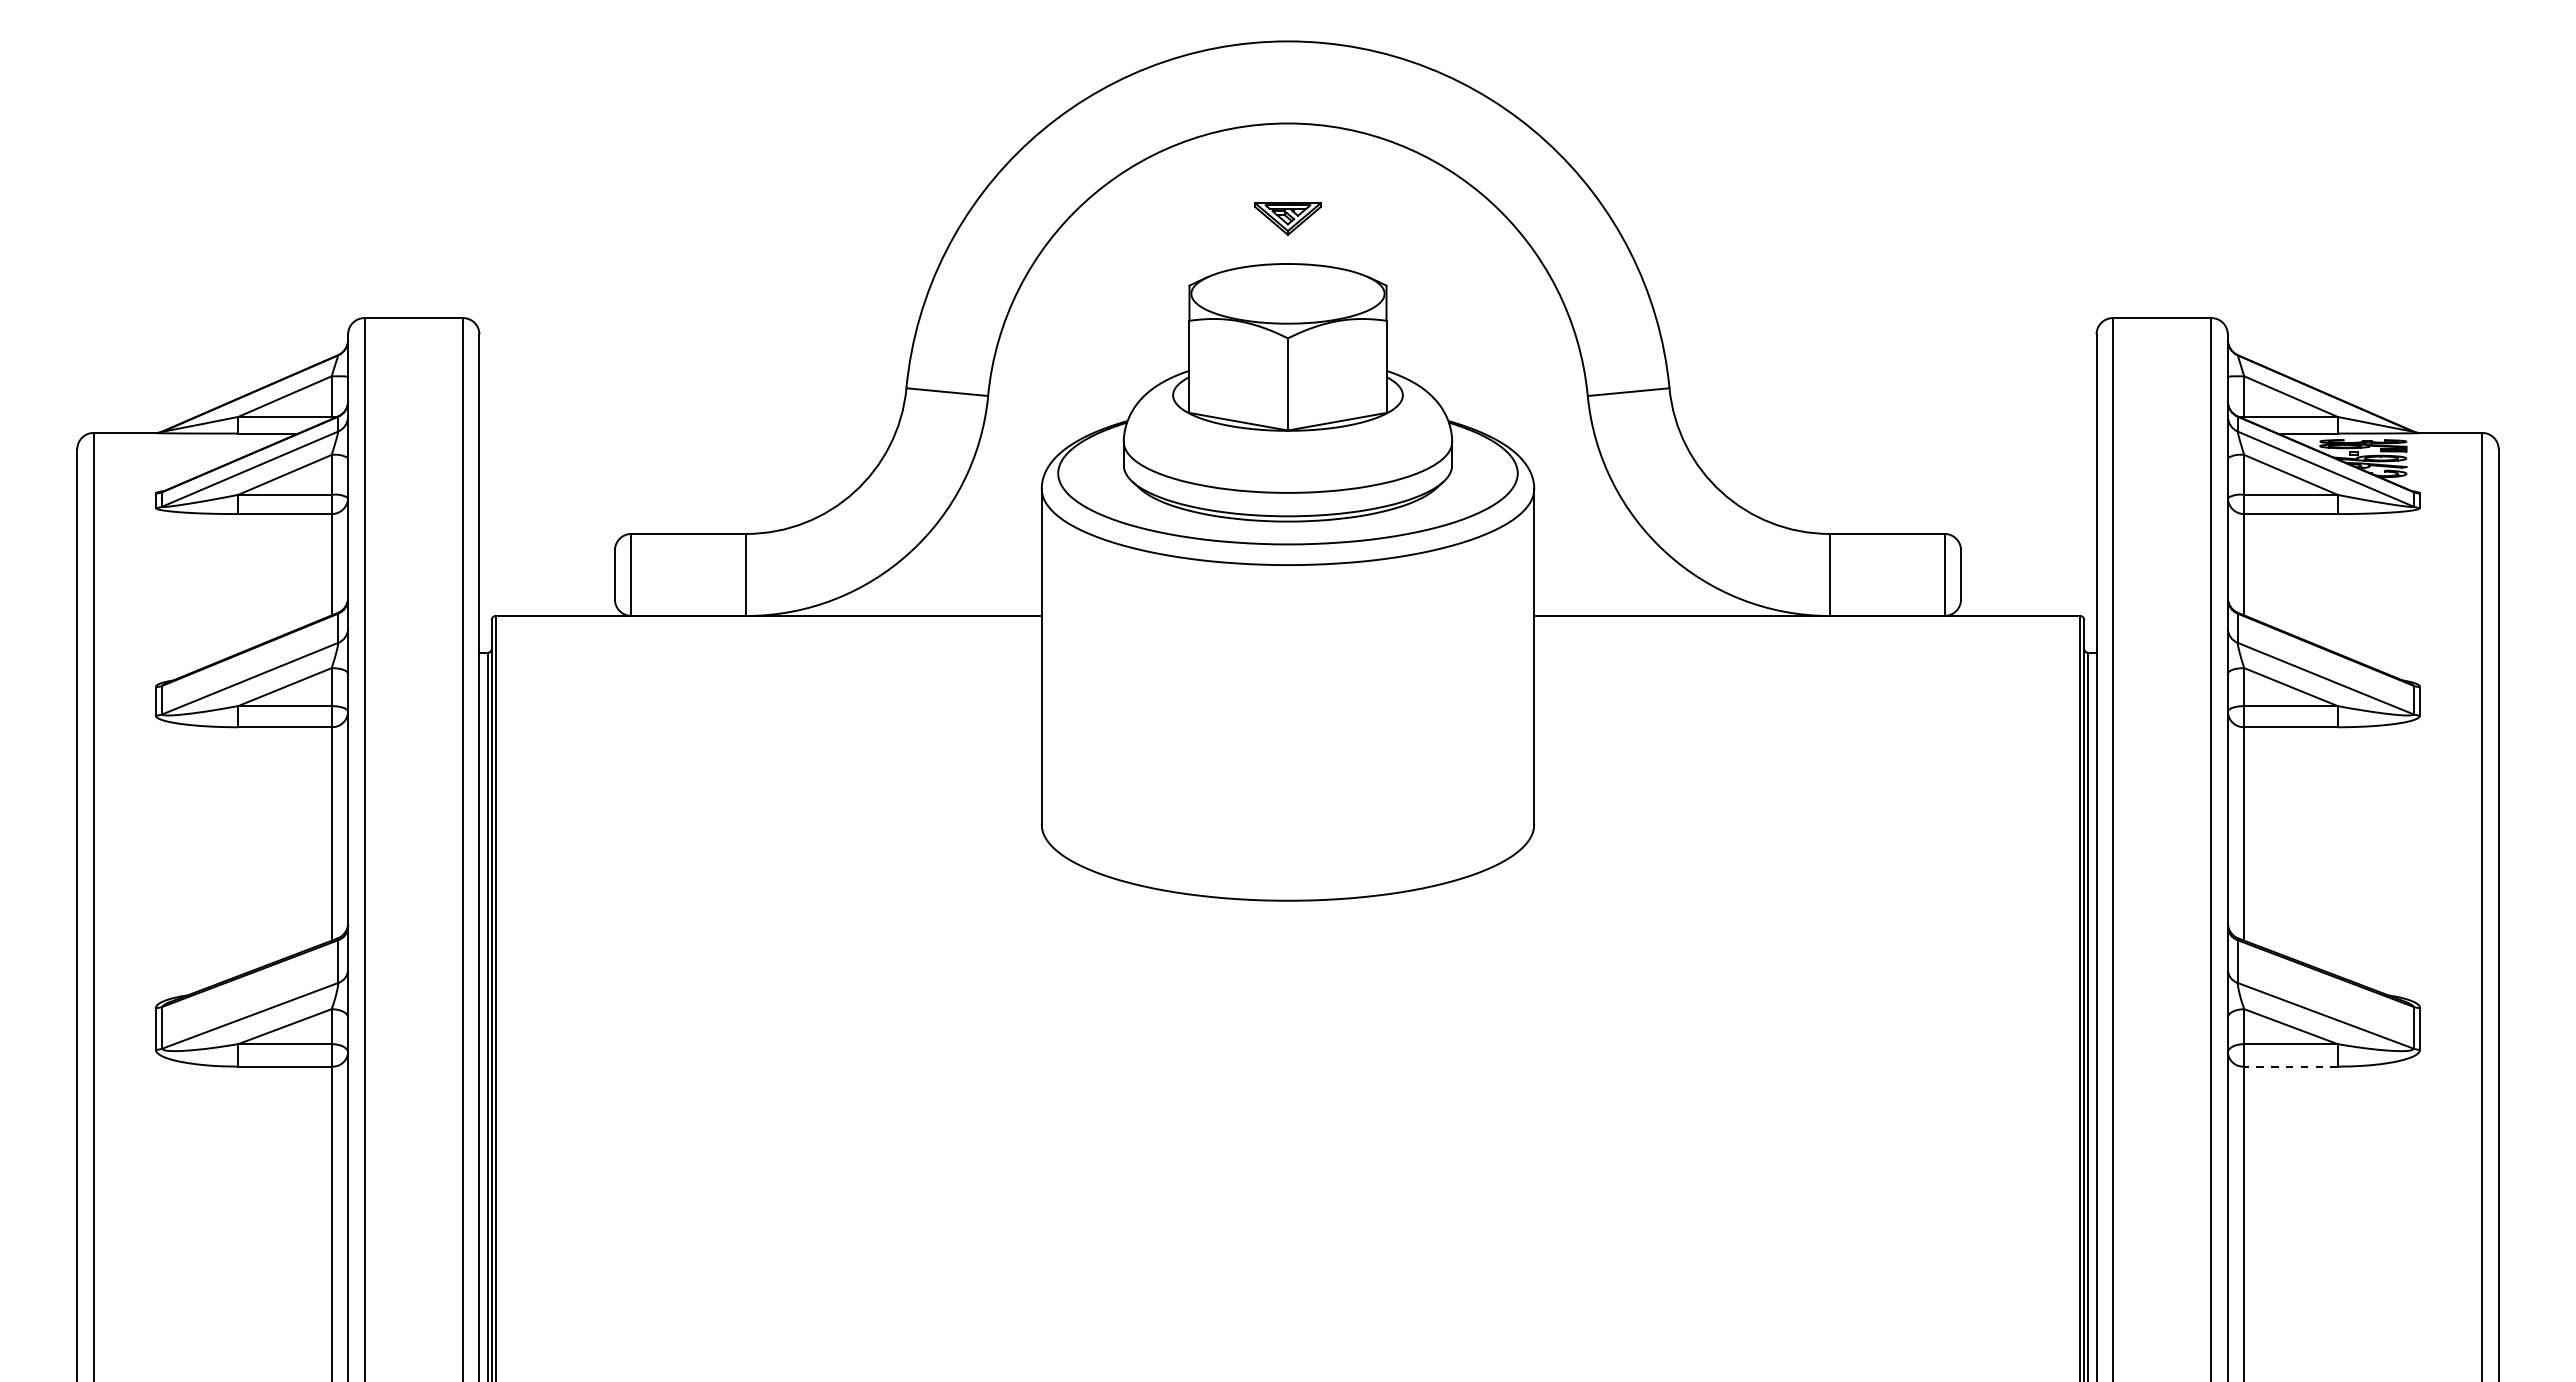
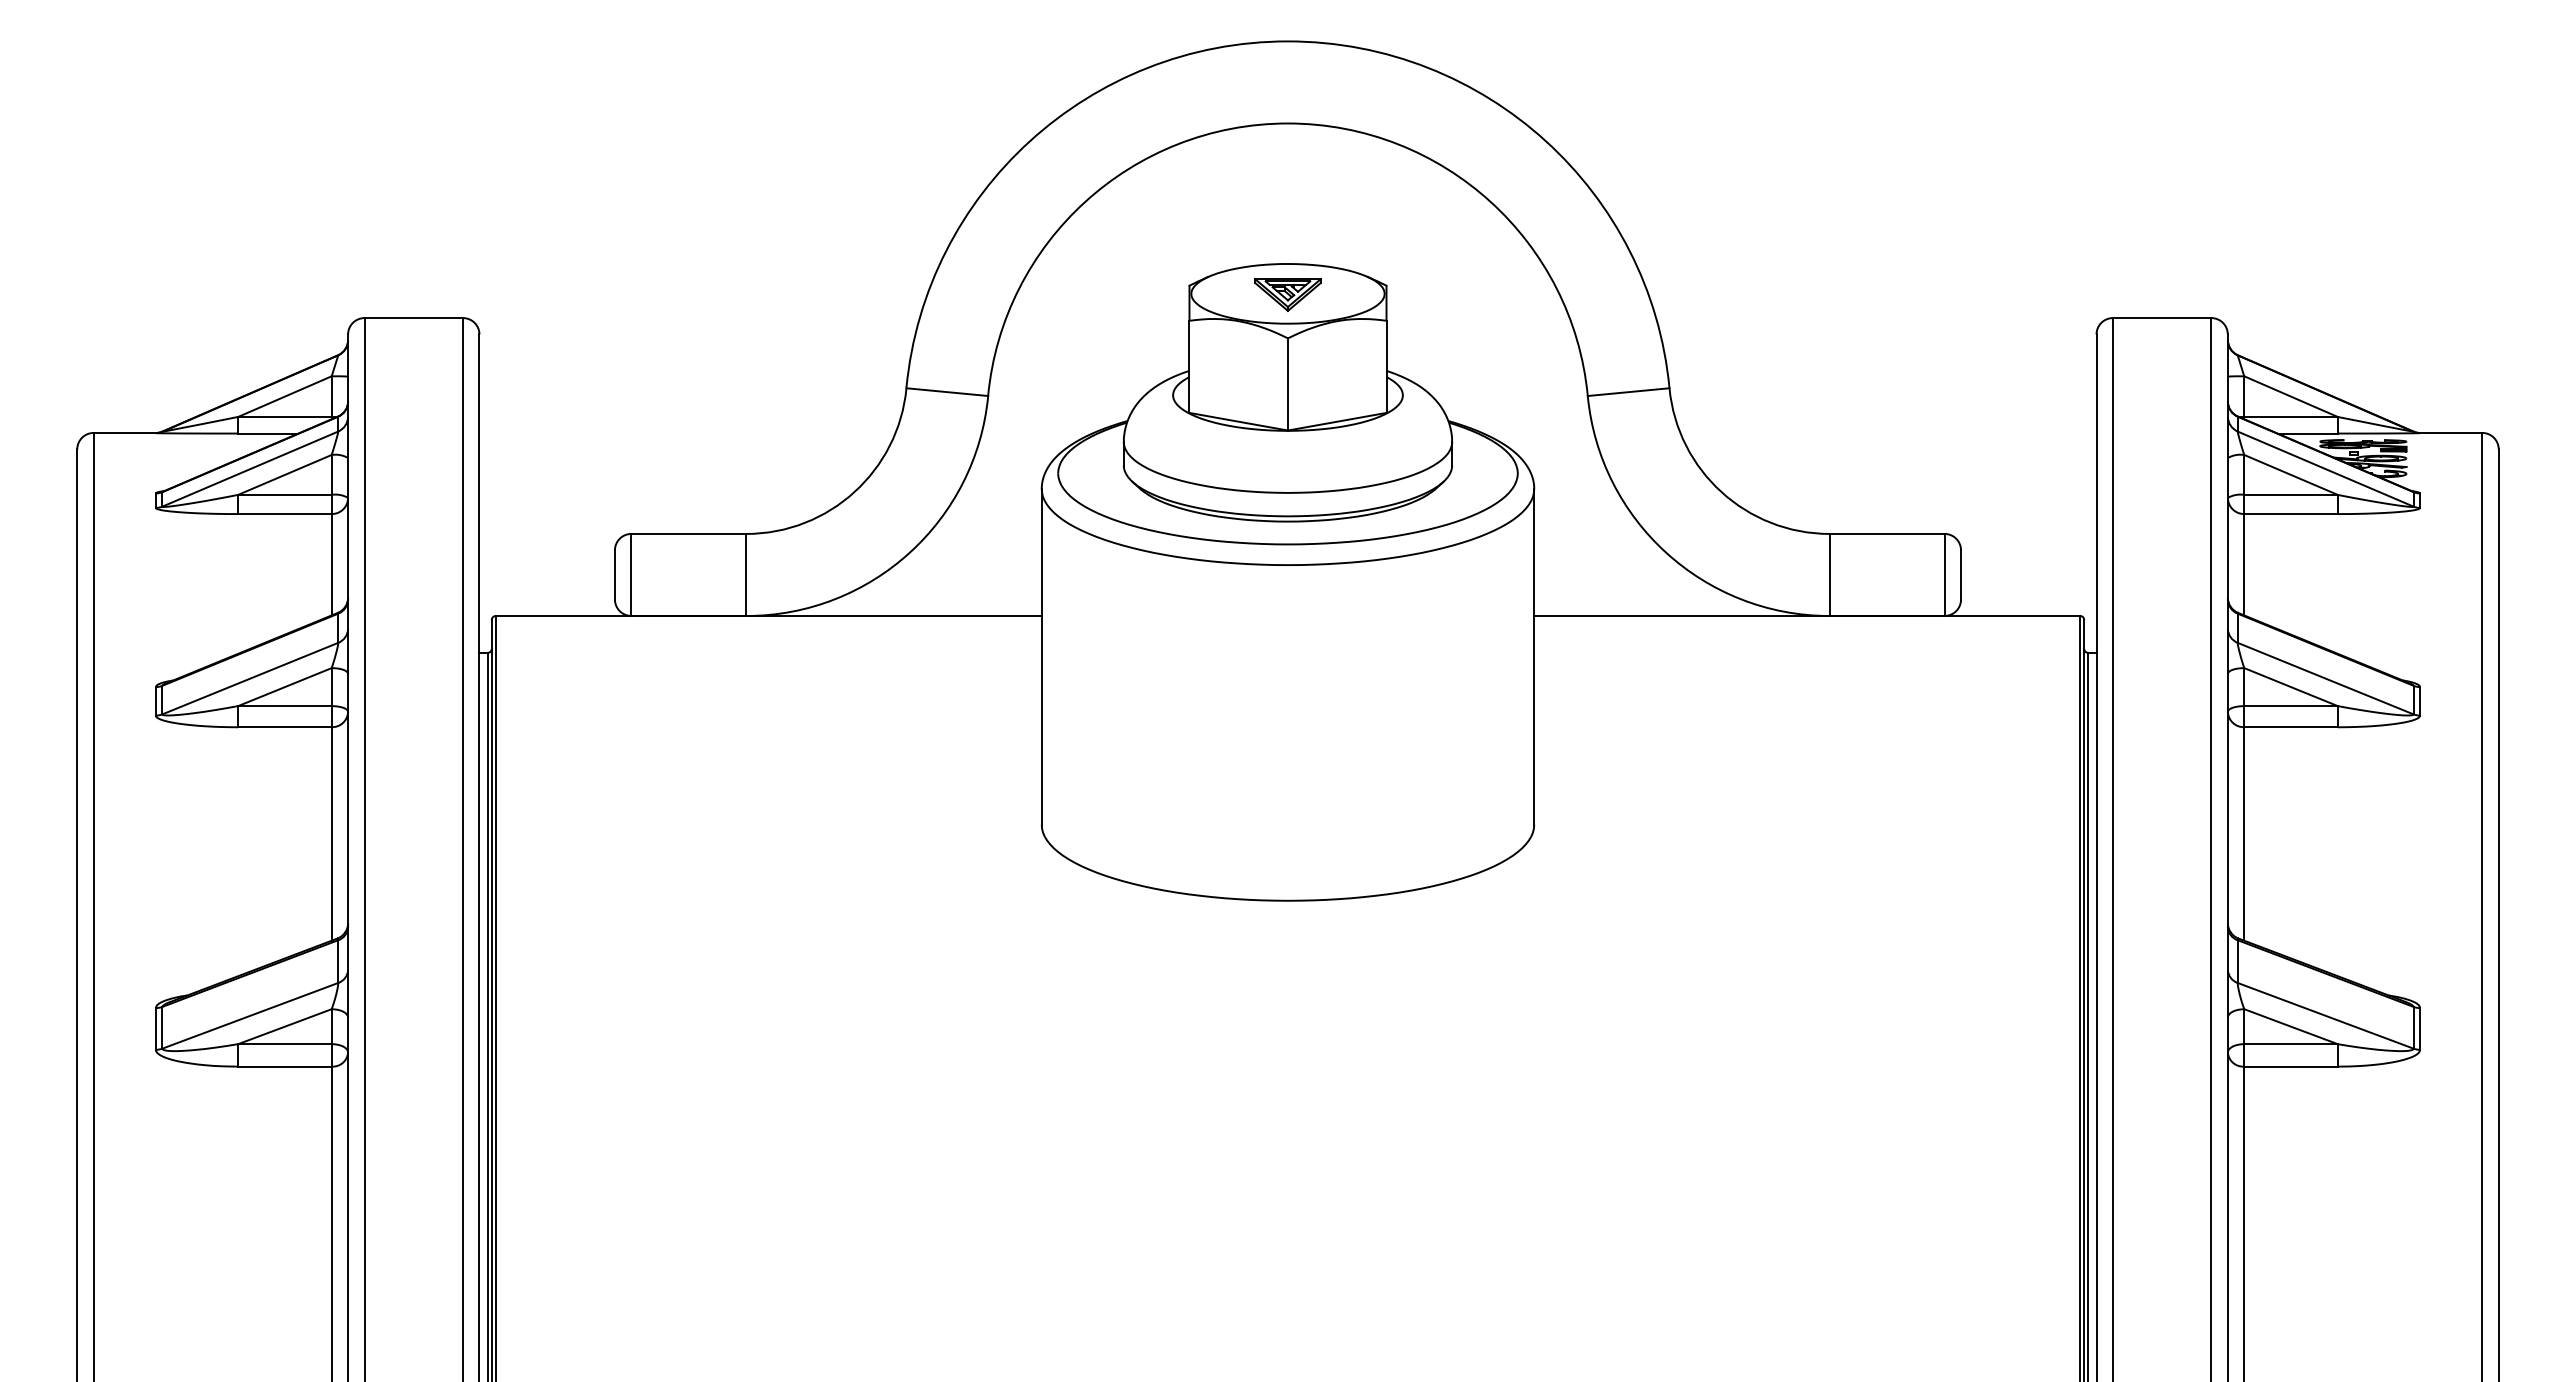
part at (1287, 218) position: (1287, 218) -> (1287, 294)
line at (2291, 1066): dashed -> solid
